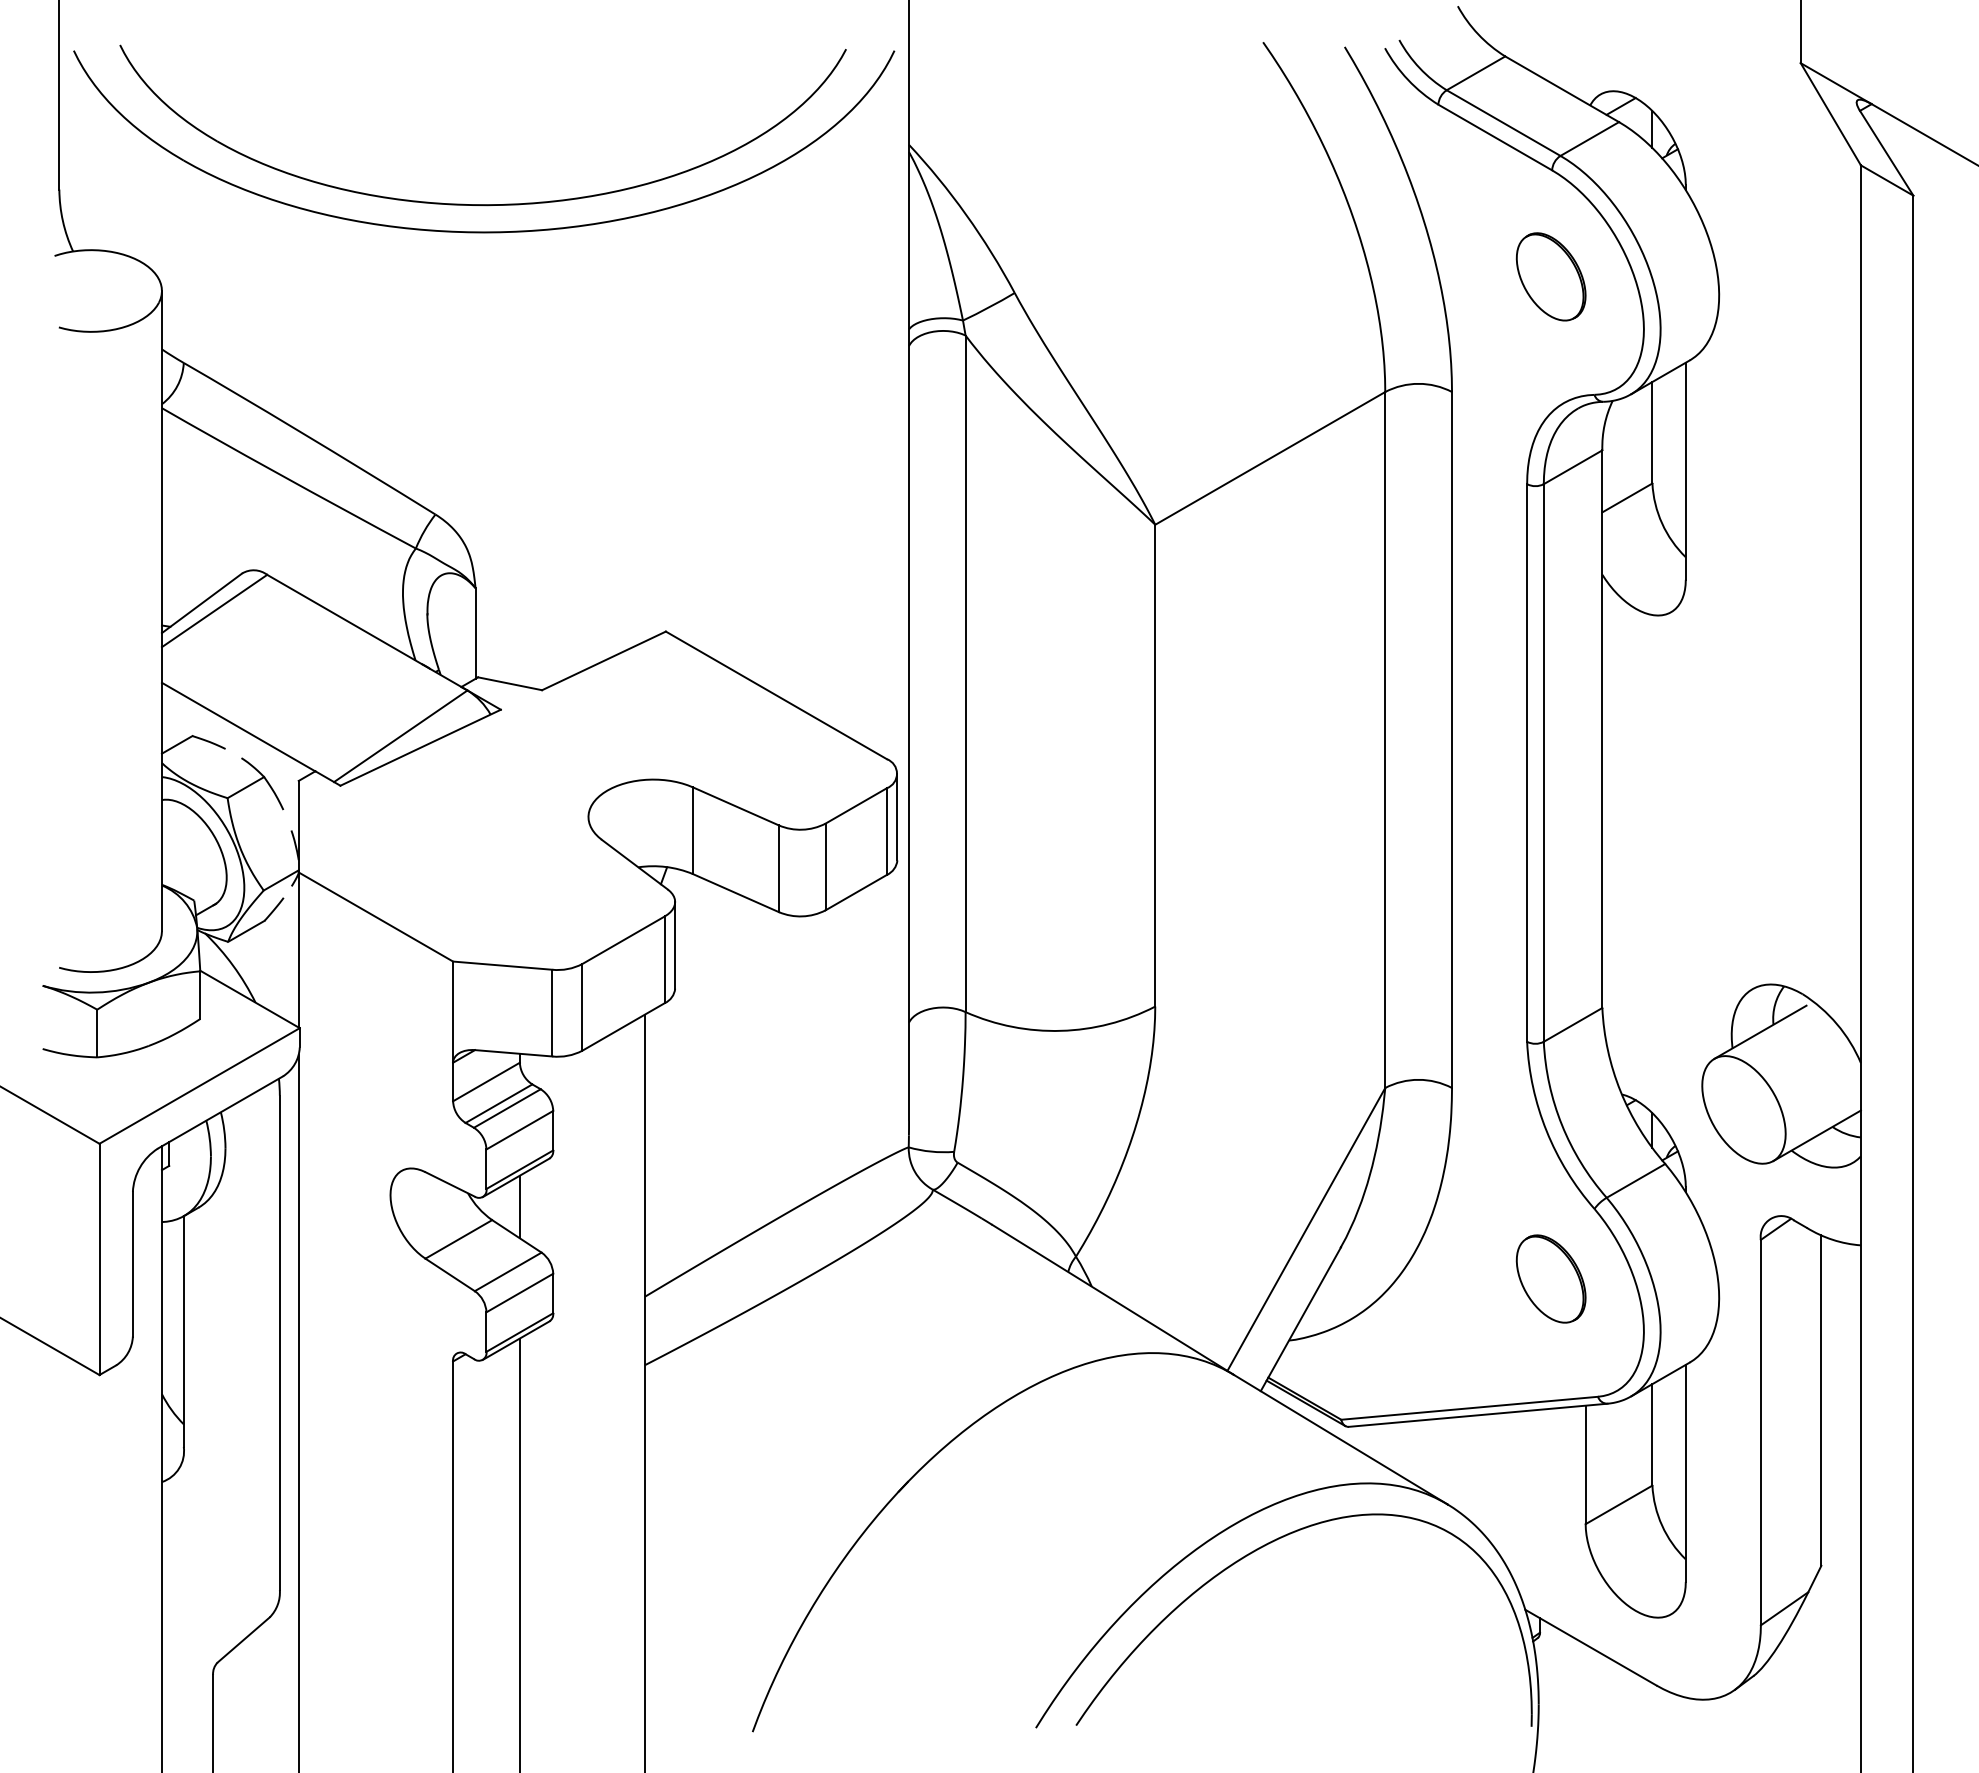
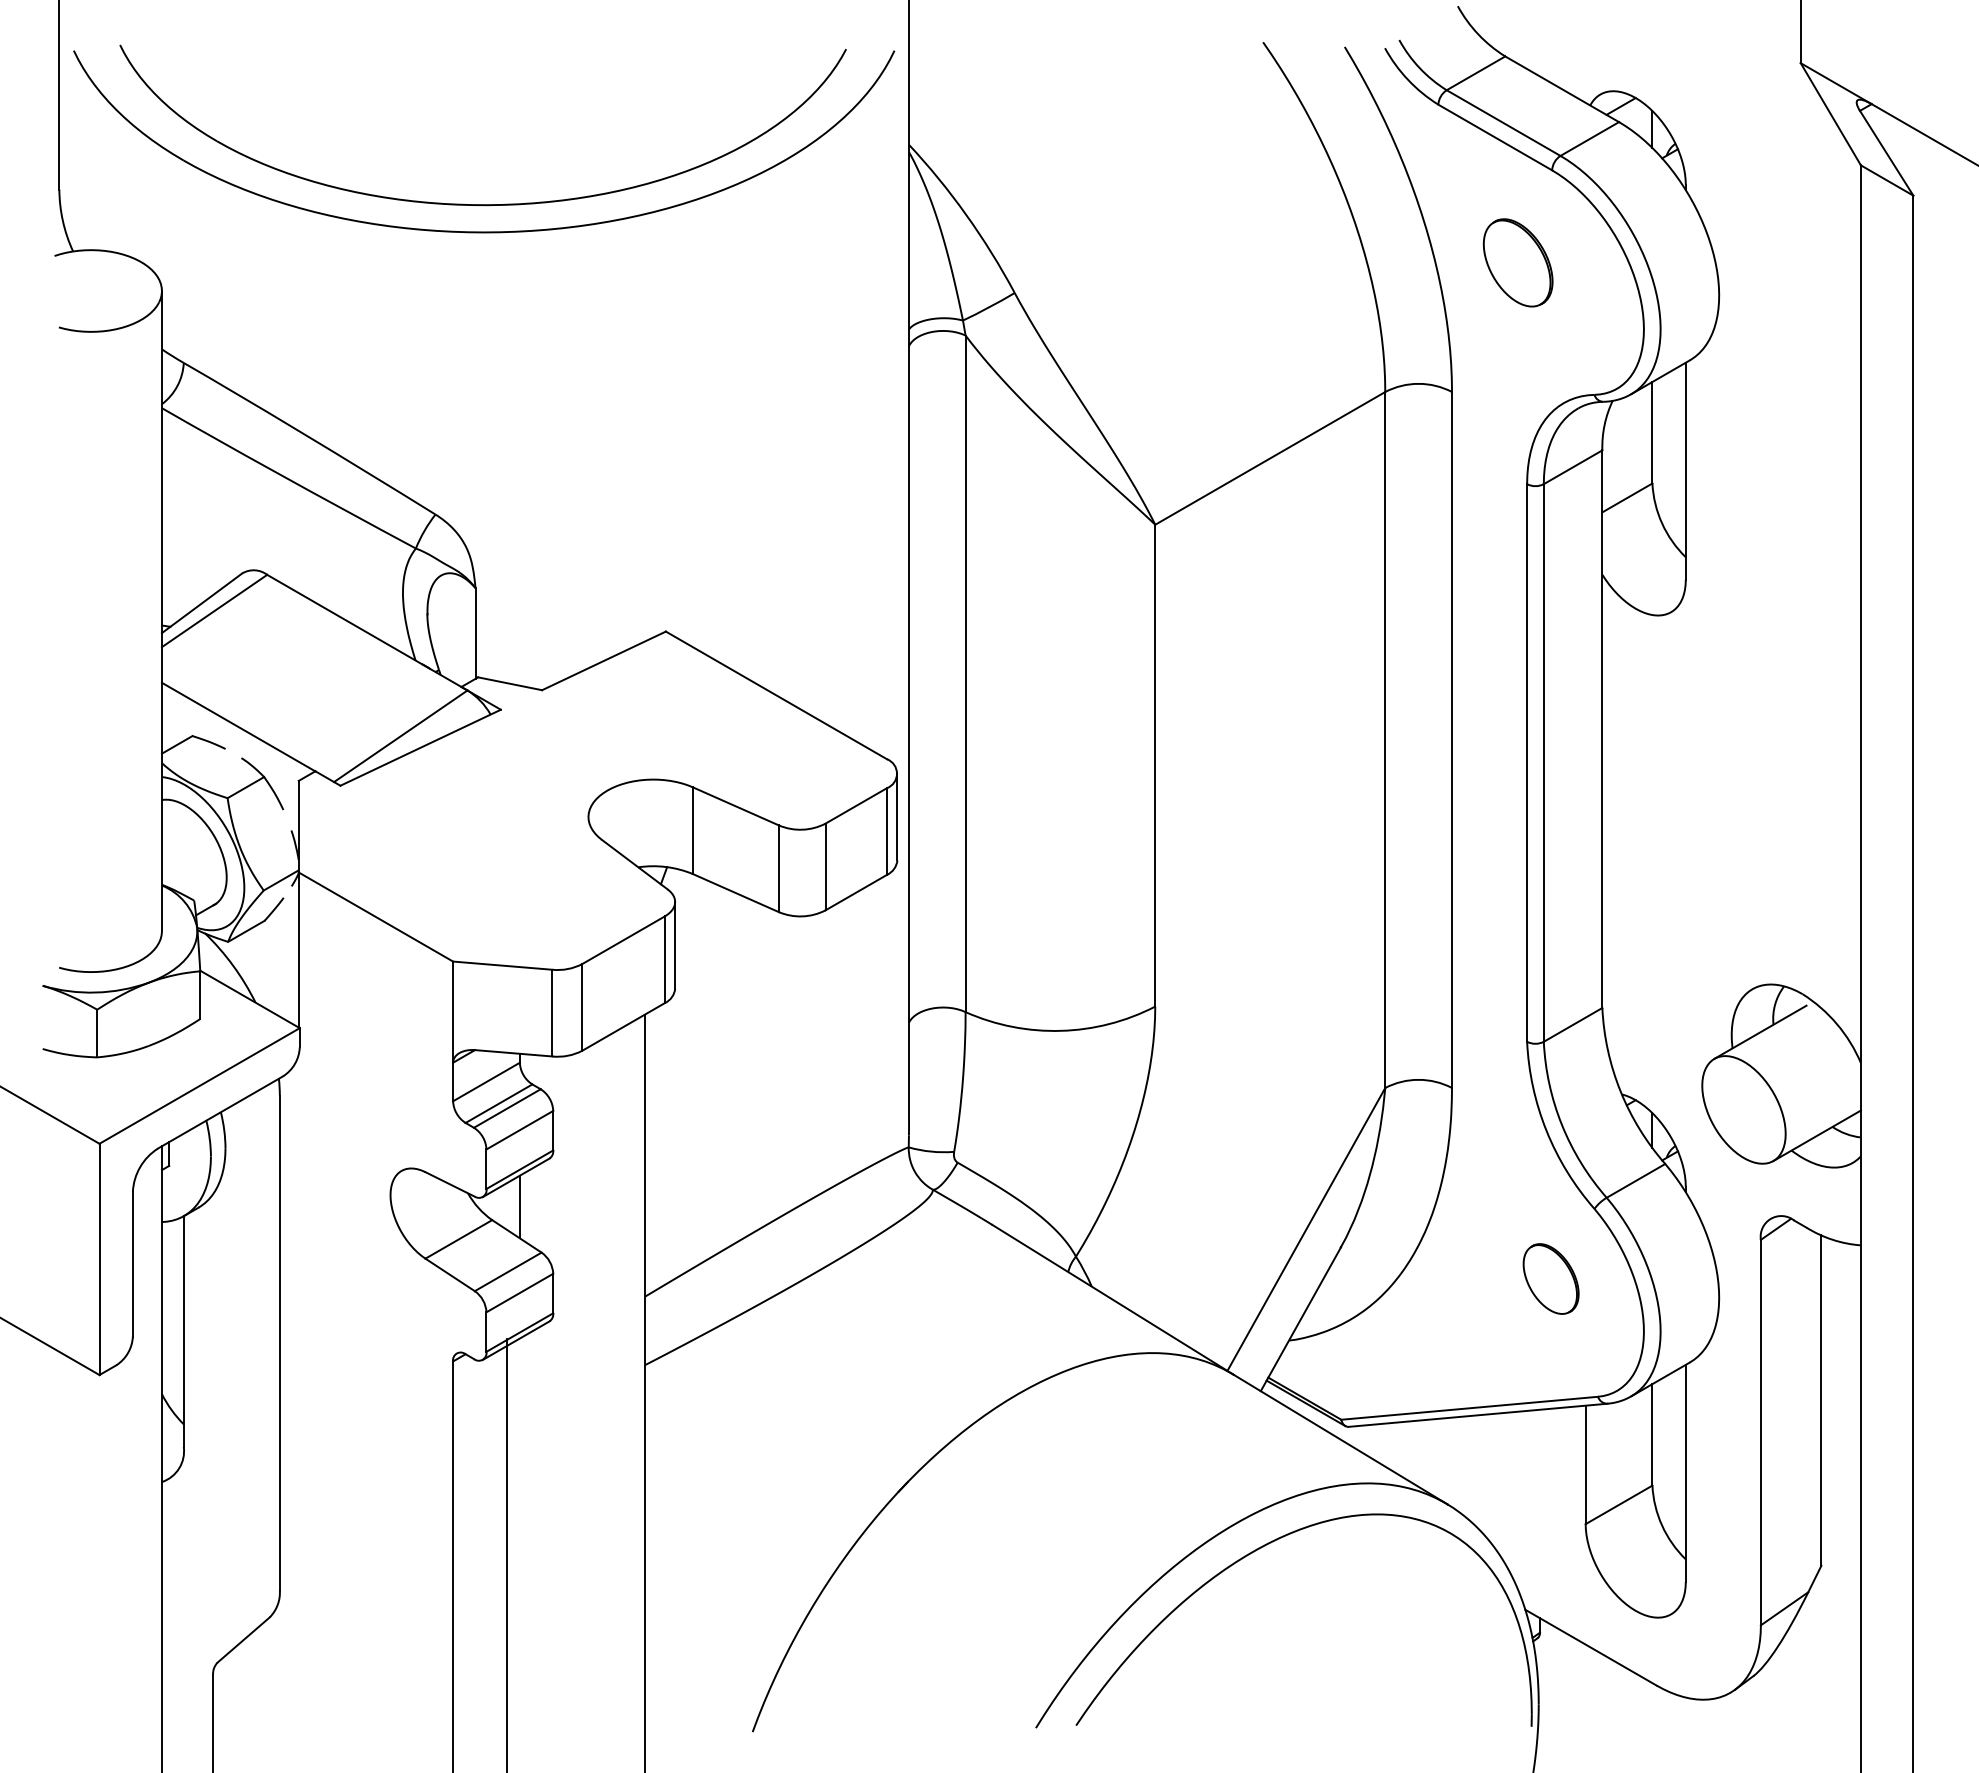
part at (1550, 276) position: (1550, 276) -> (1517, 262)
part at (1550, 1278) size: 72x90 px -> 58x72 px
line at (298, 1411): present -> none
line at (519, 1553) position: (519, 1553) -> (506, 1553)
